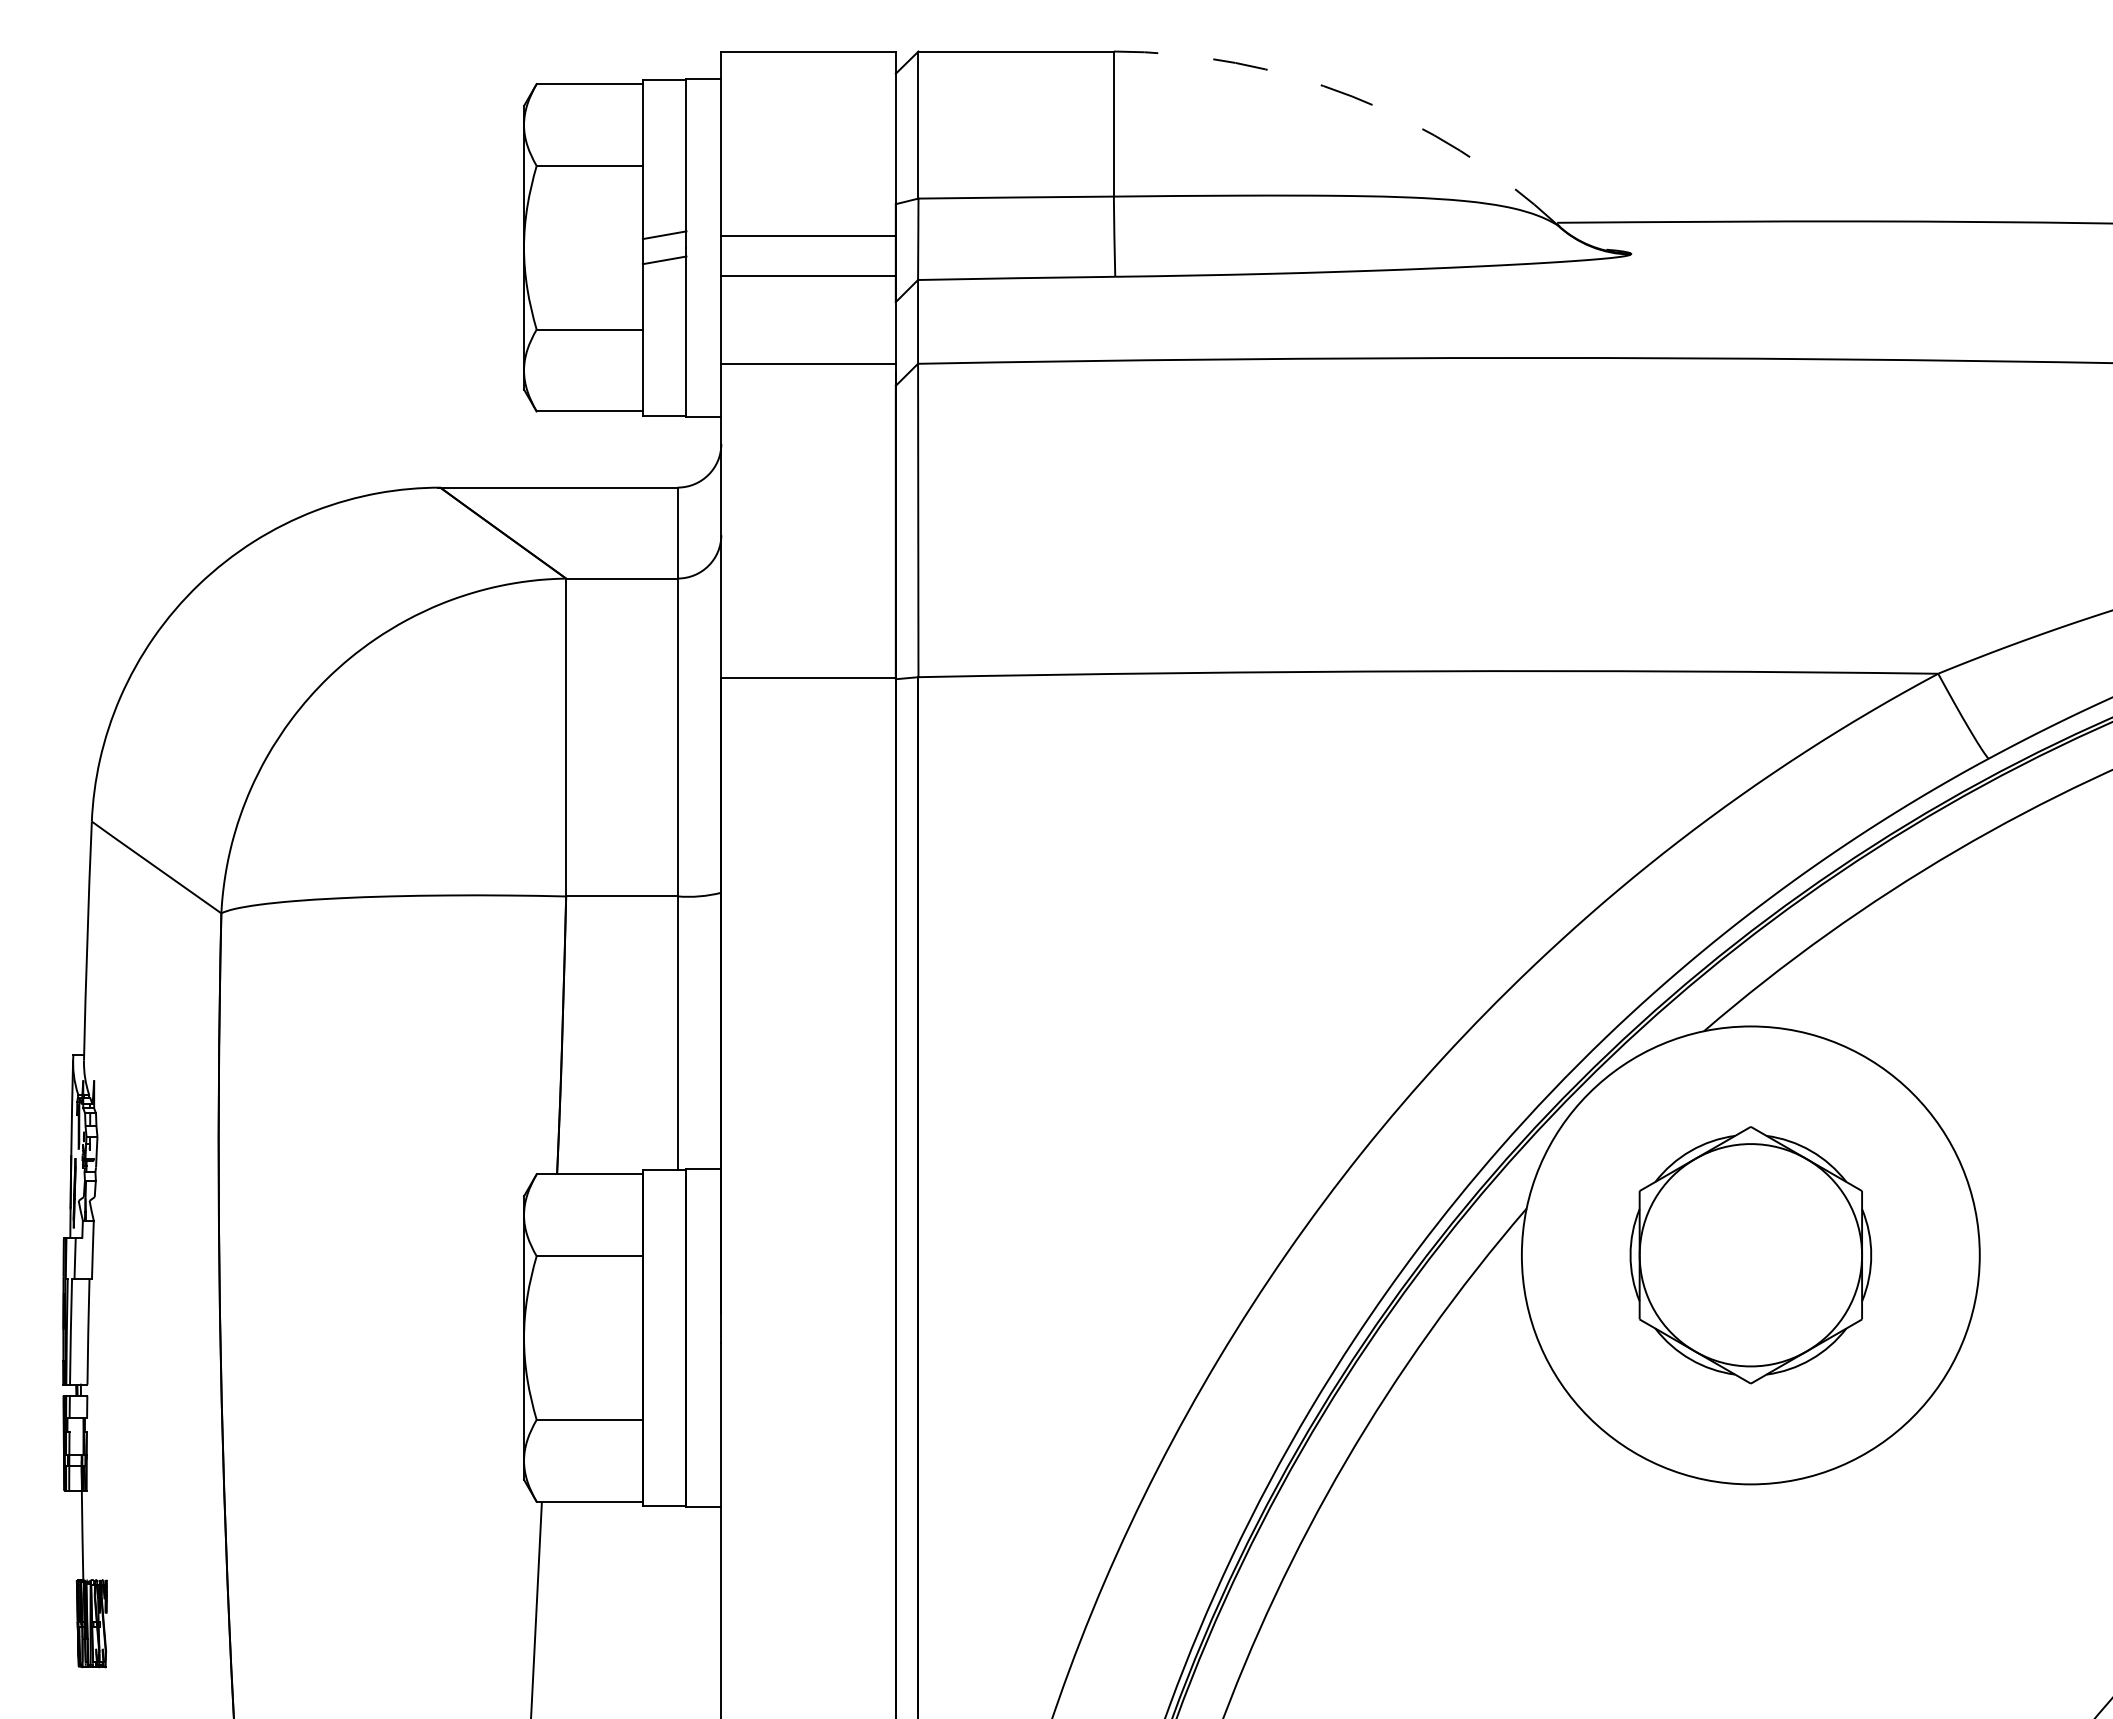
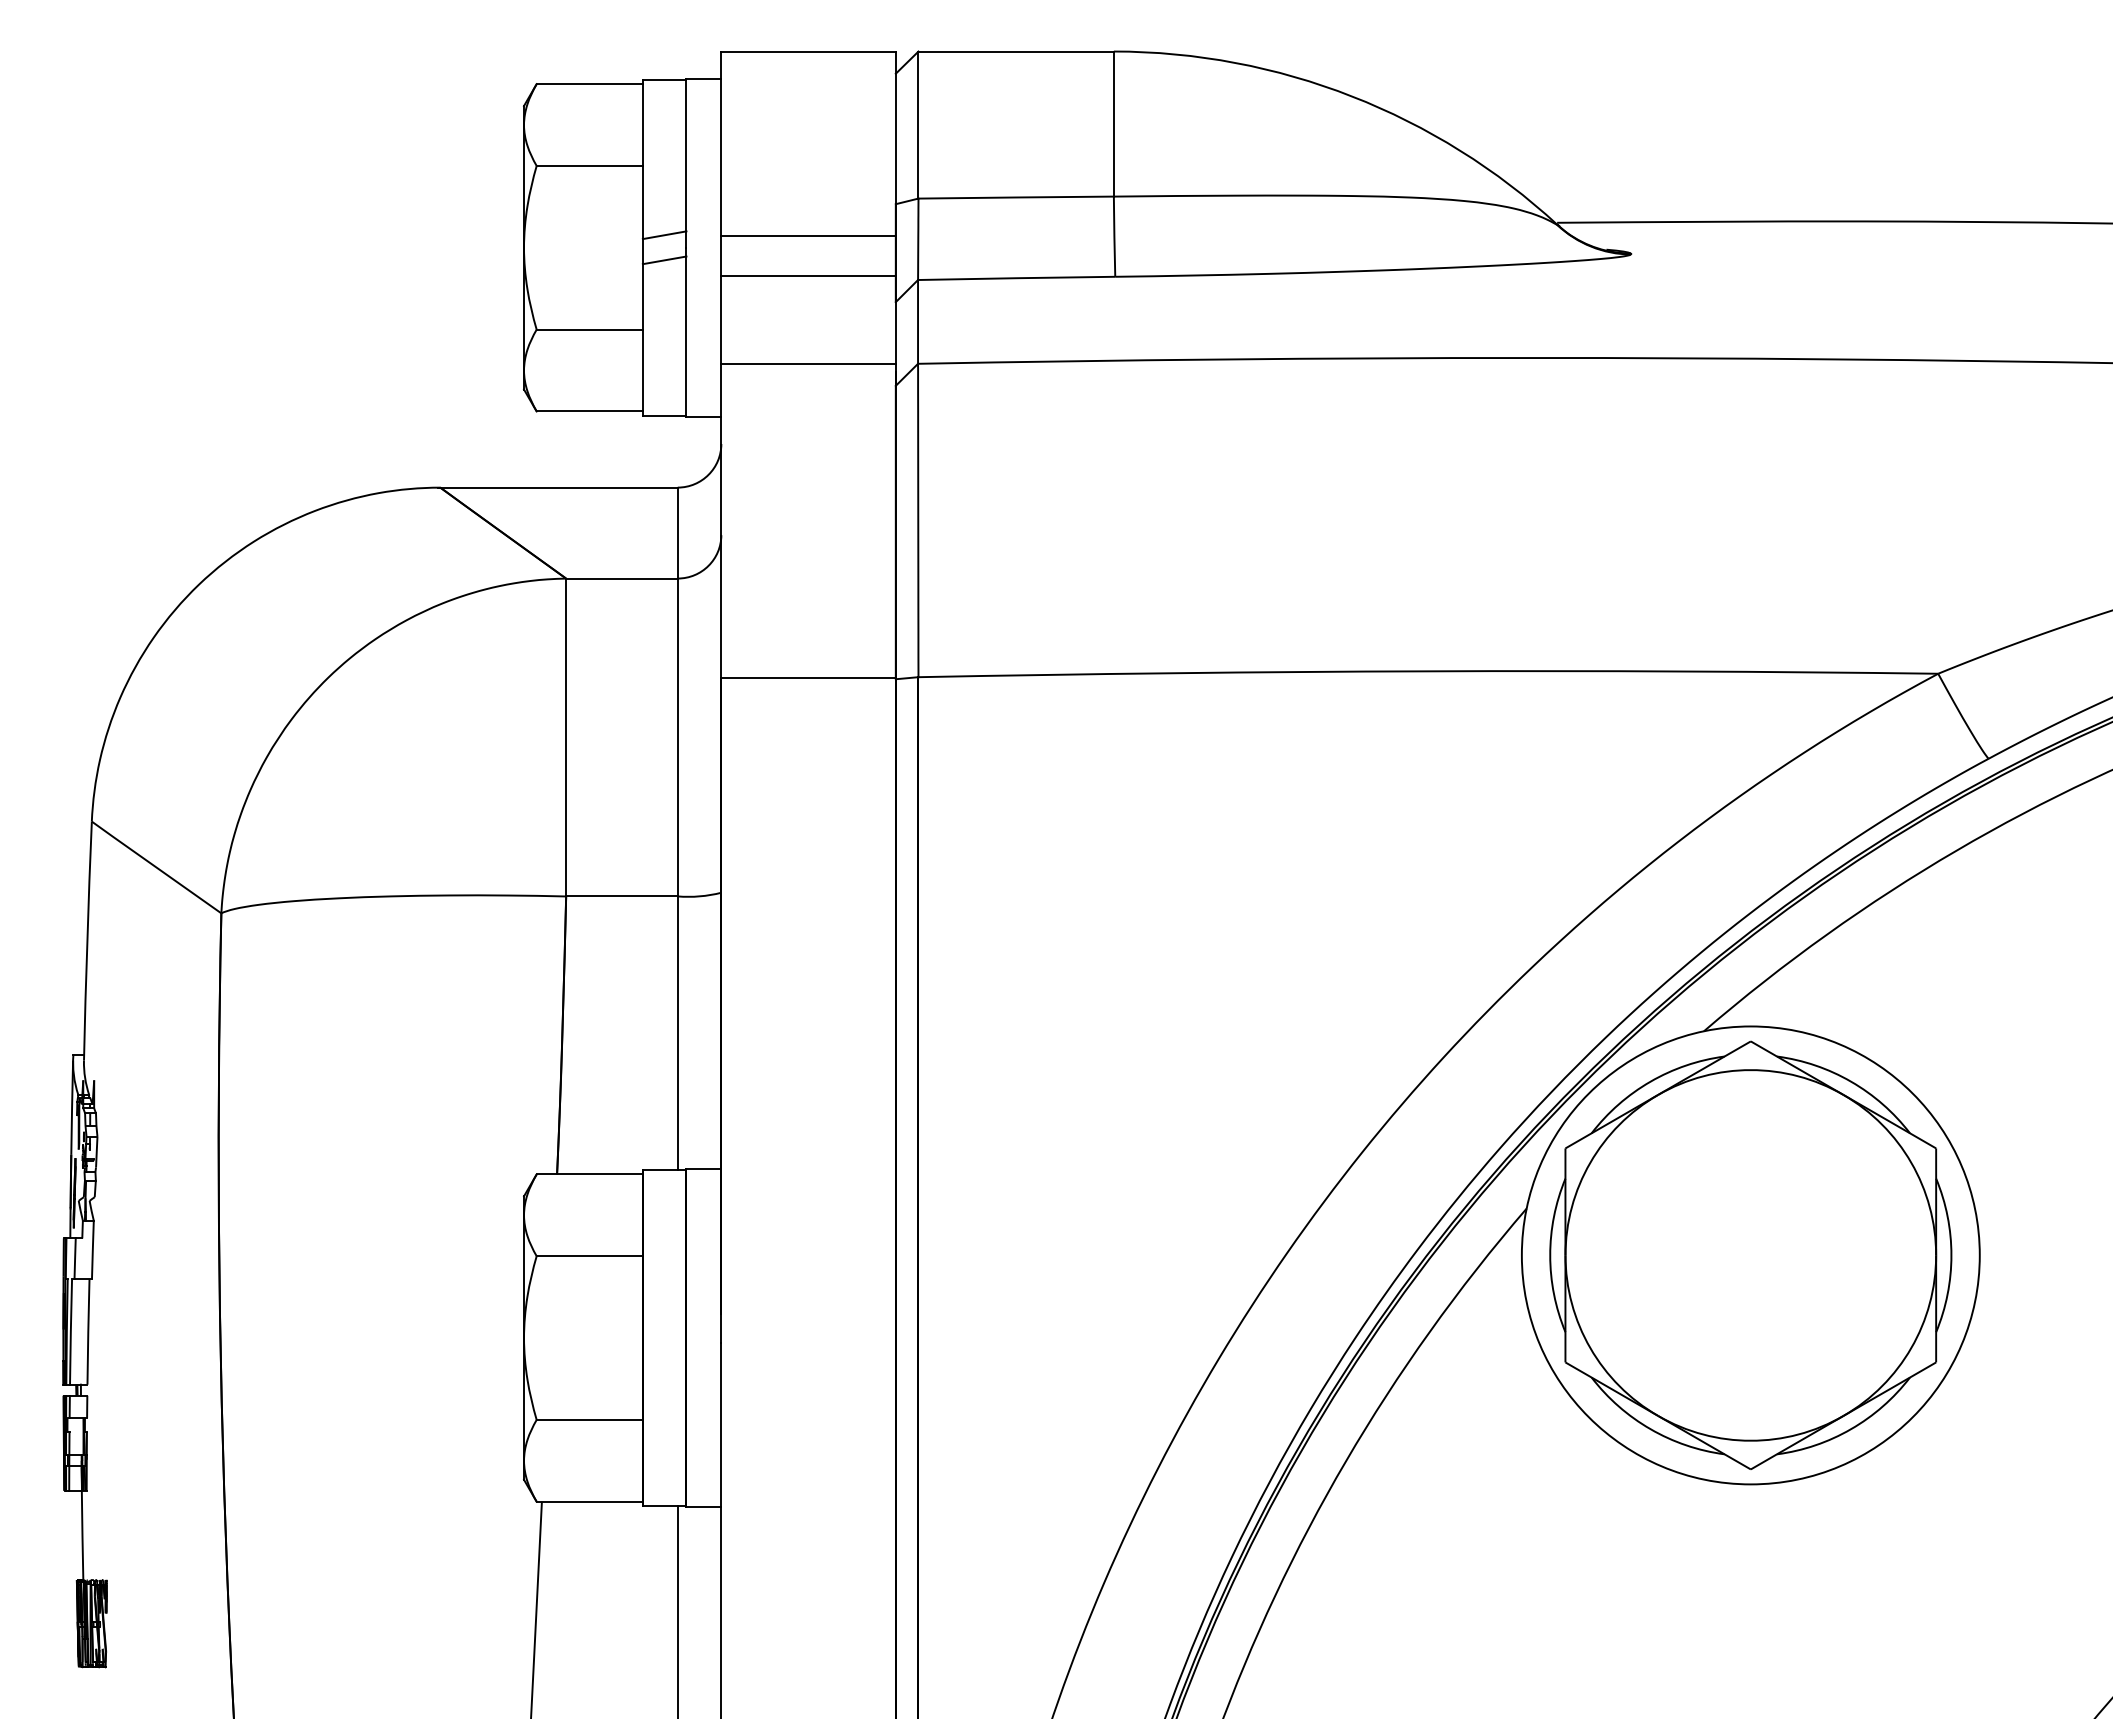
arc at (1352, 96): dashed -> solid
part at (1750, 1255) size: 244x259 px -> 404x430 px
line at (677, 1610): none -> present
